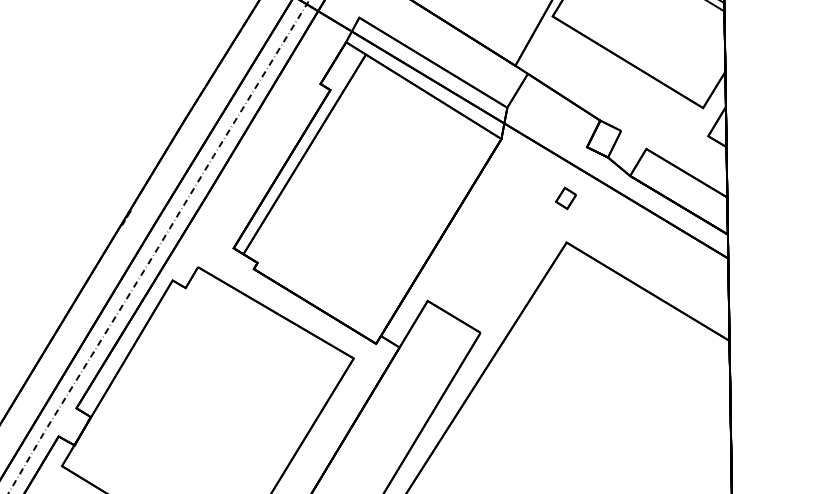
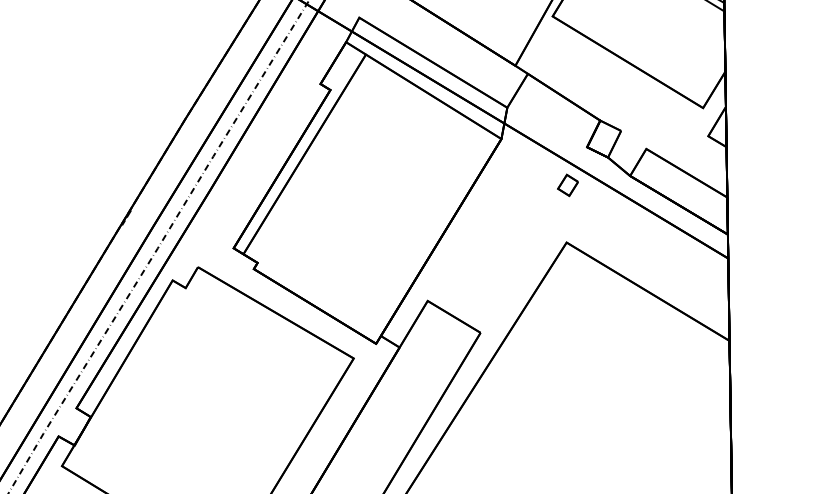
part at (565, 198) position: (565, 198) -> (567, 185)
